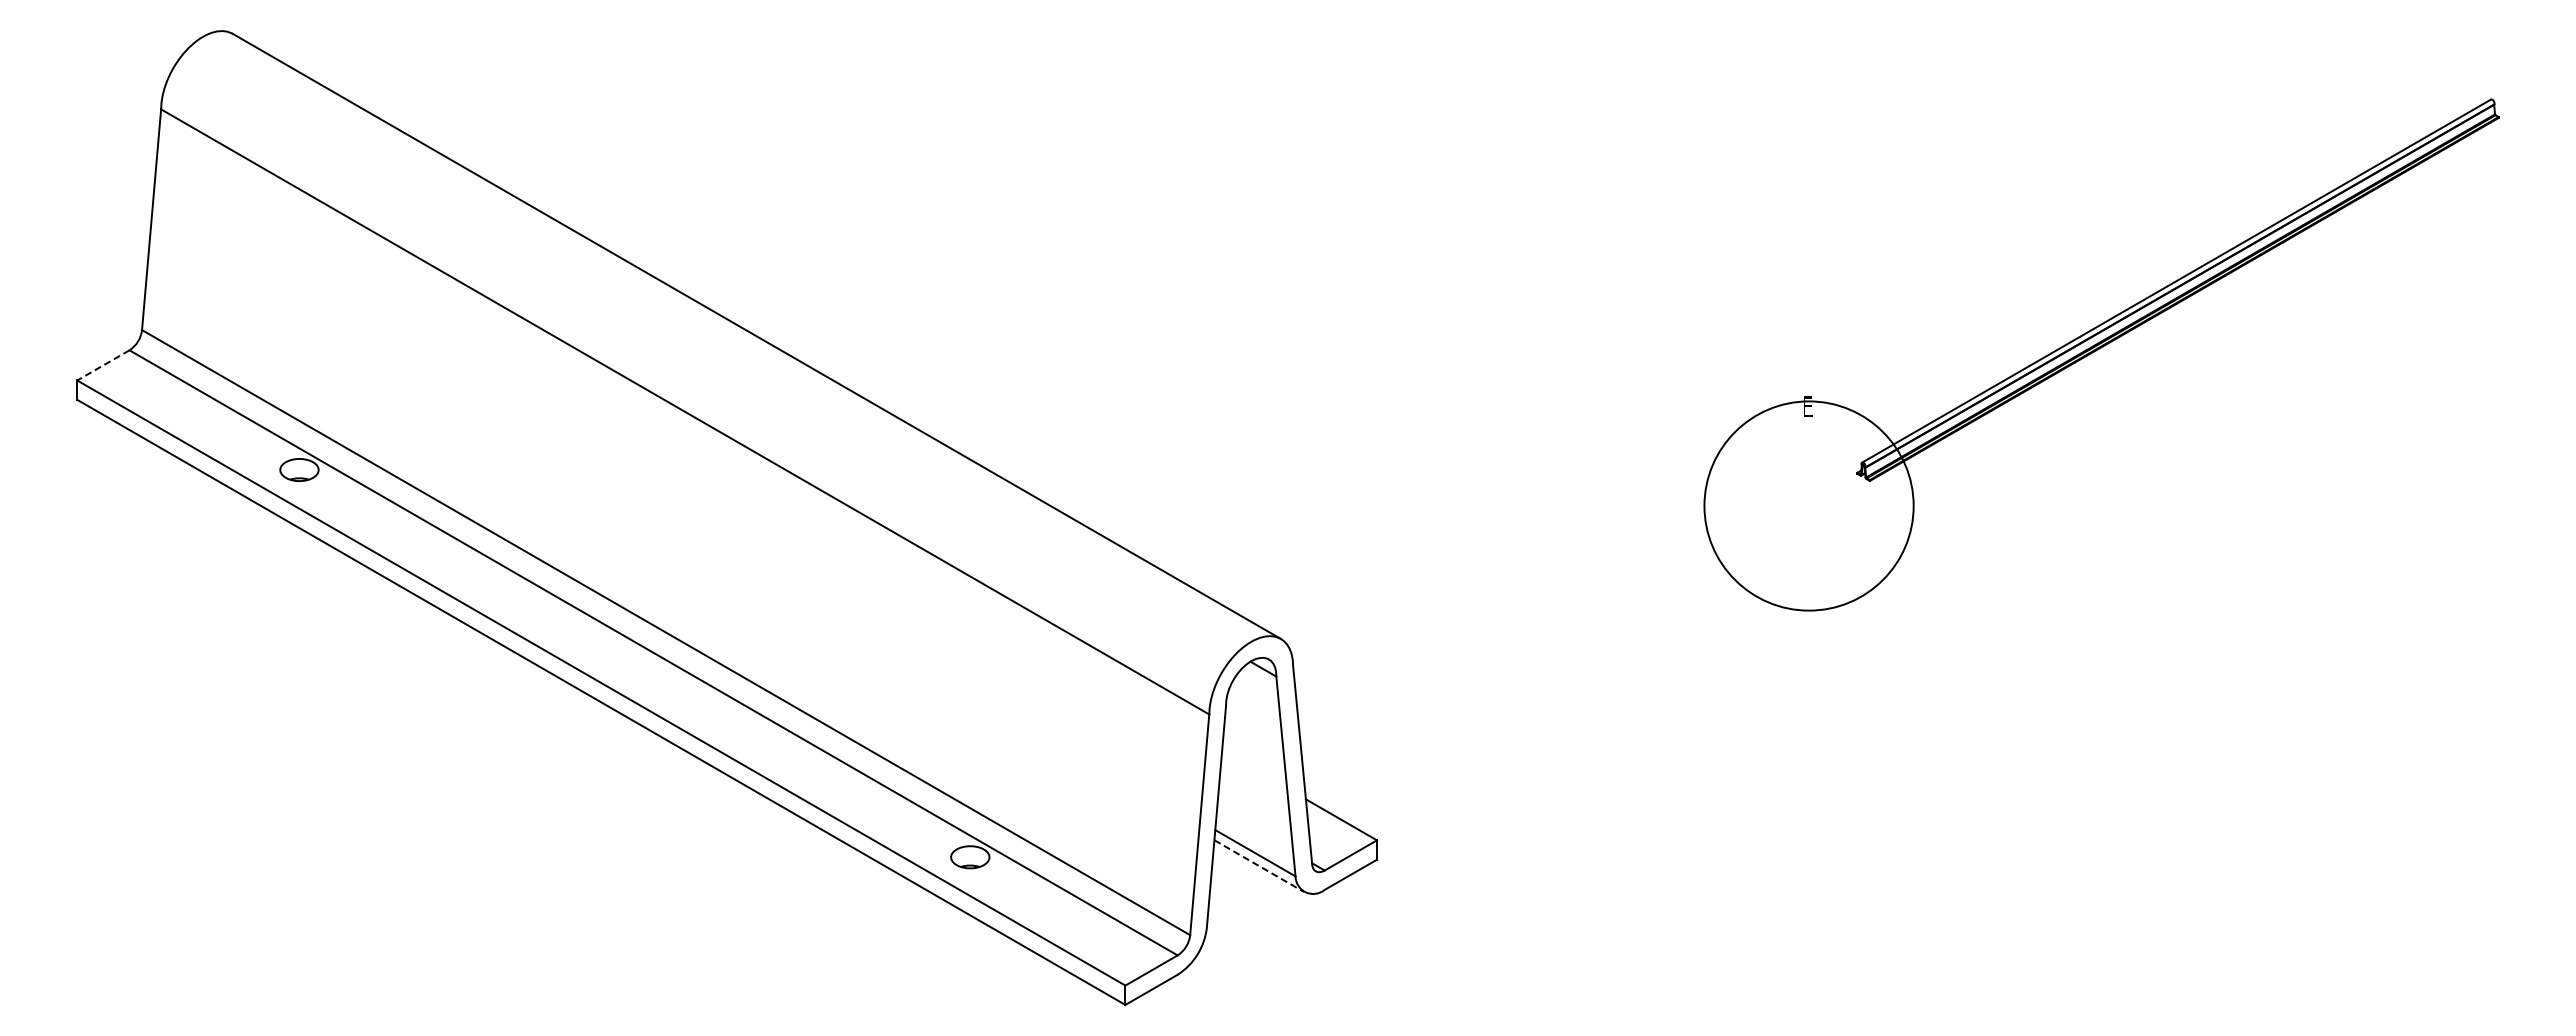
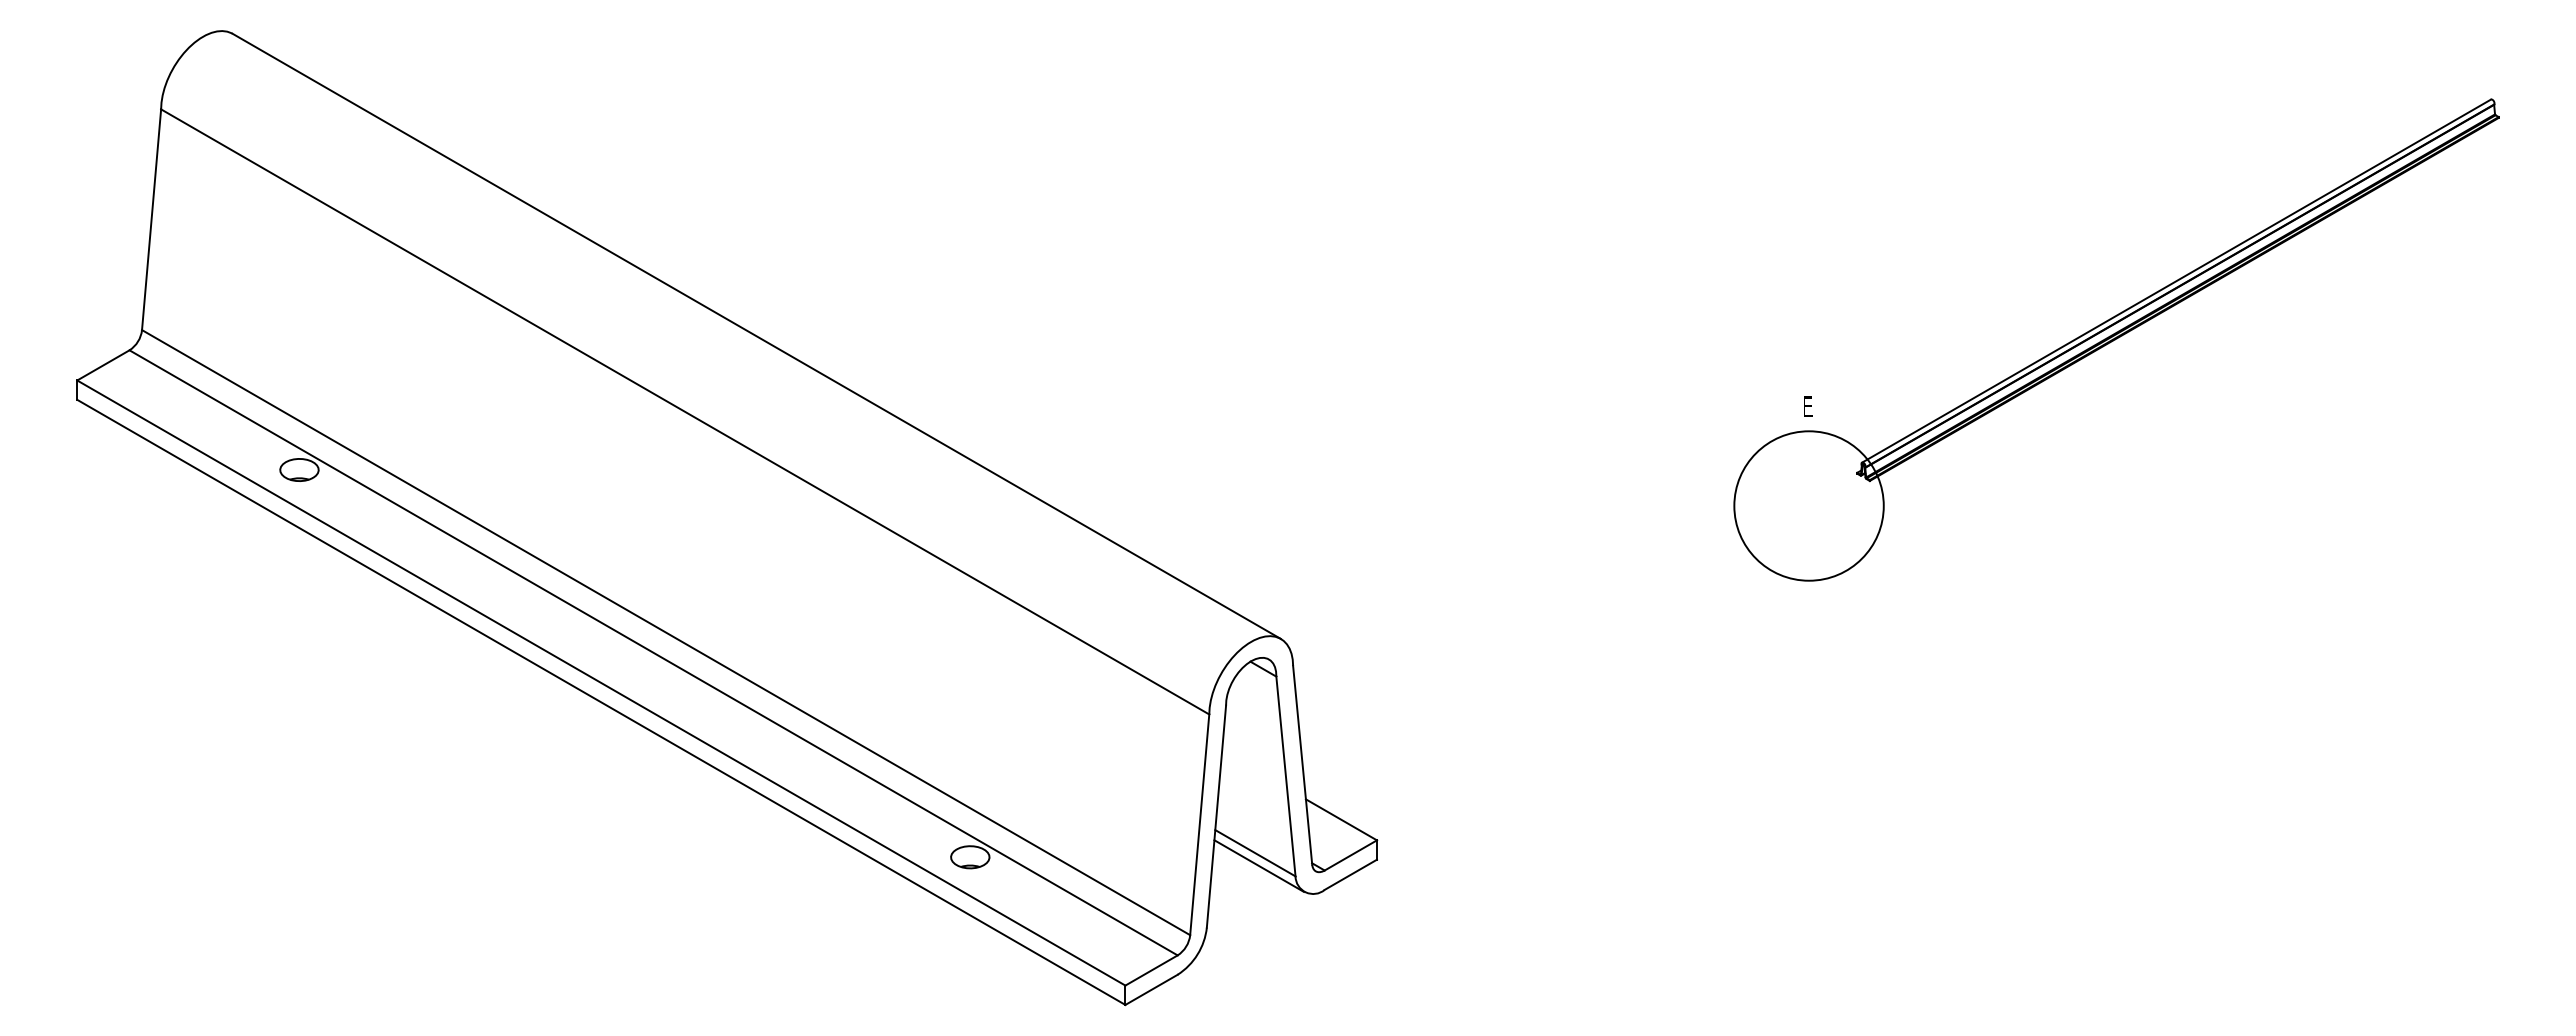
line at (102, 365): dashed -> solid
circle at (1808, 505) diameter: 209 px -> 149 px
line at (1259, 866): dashed -> solid
